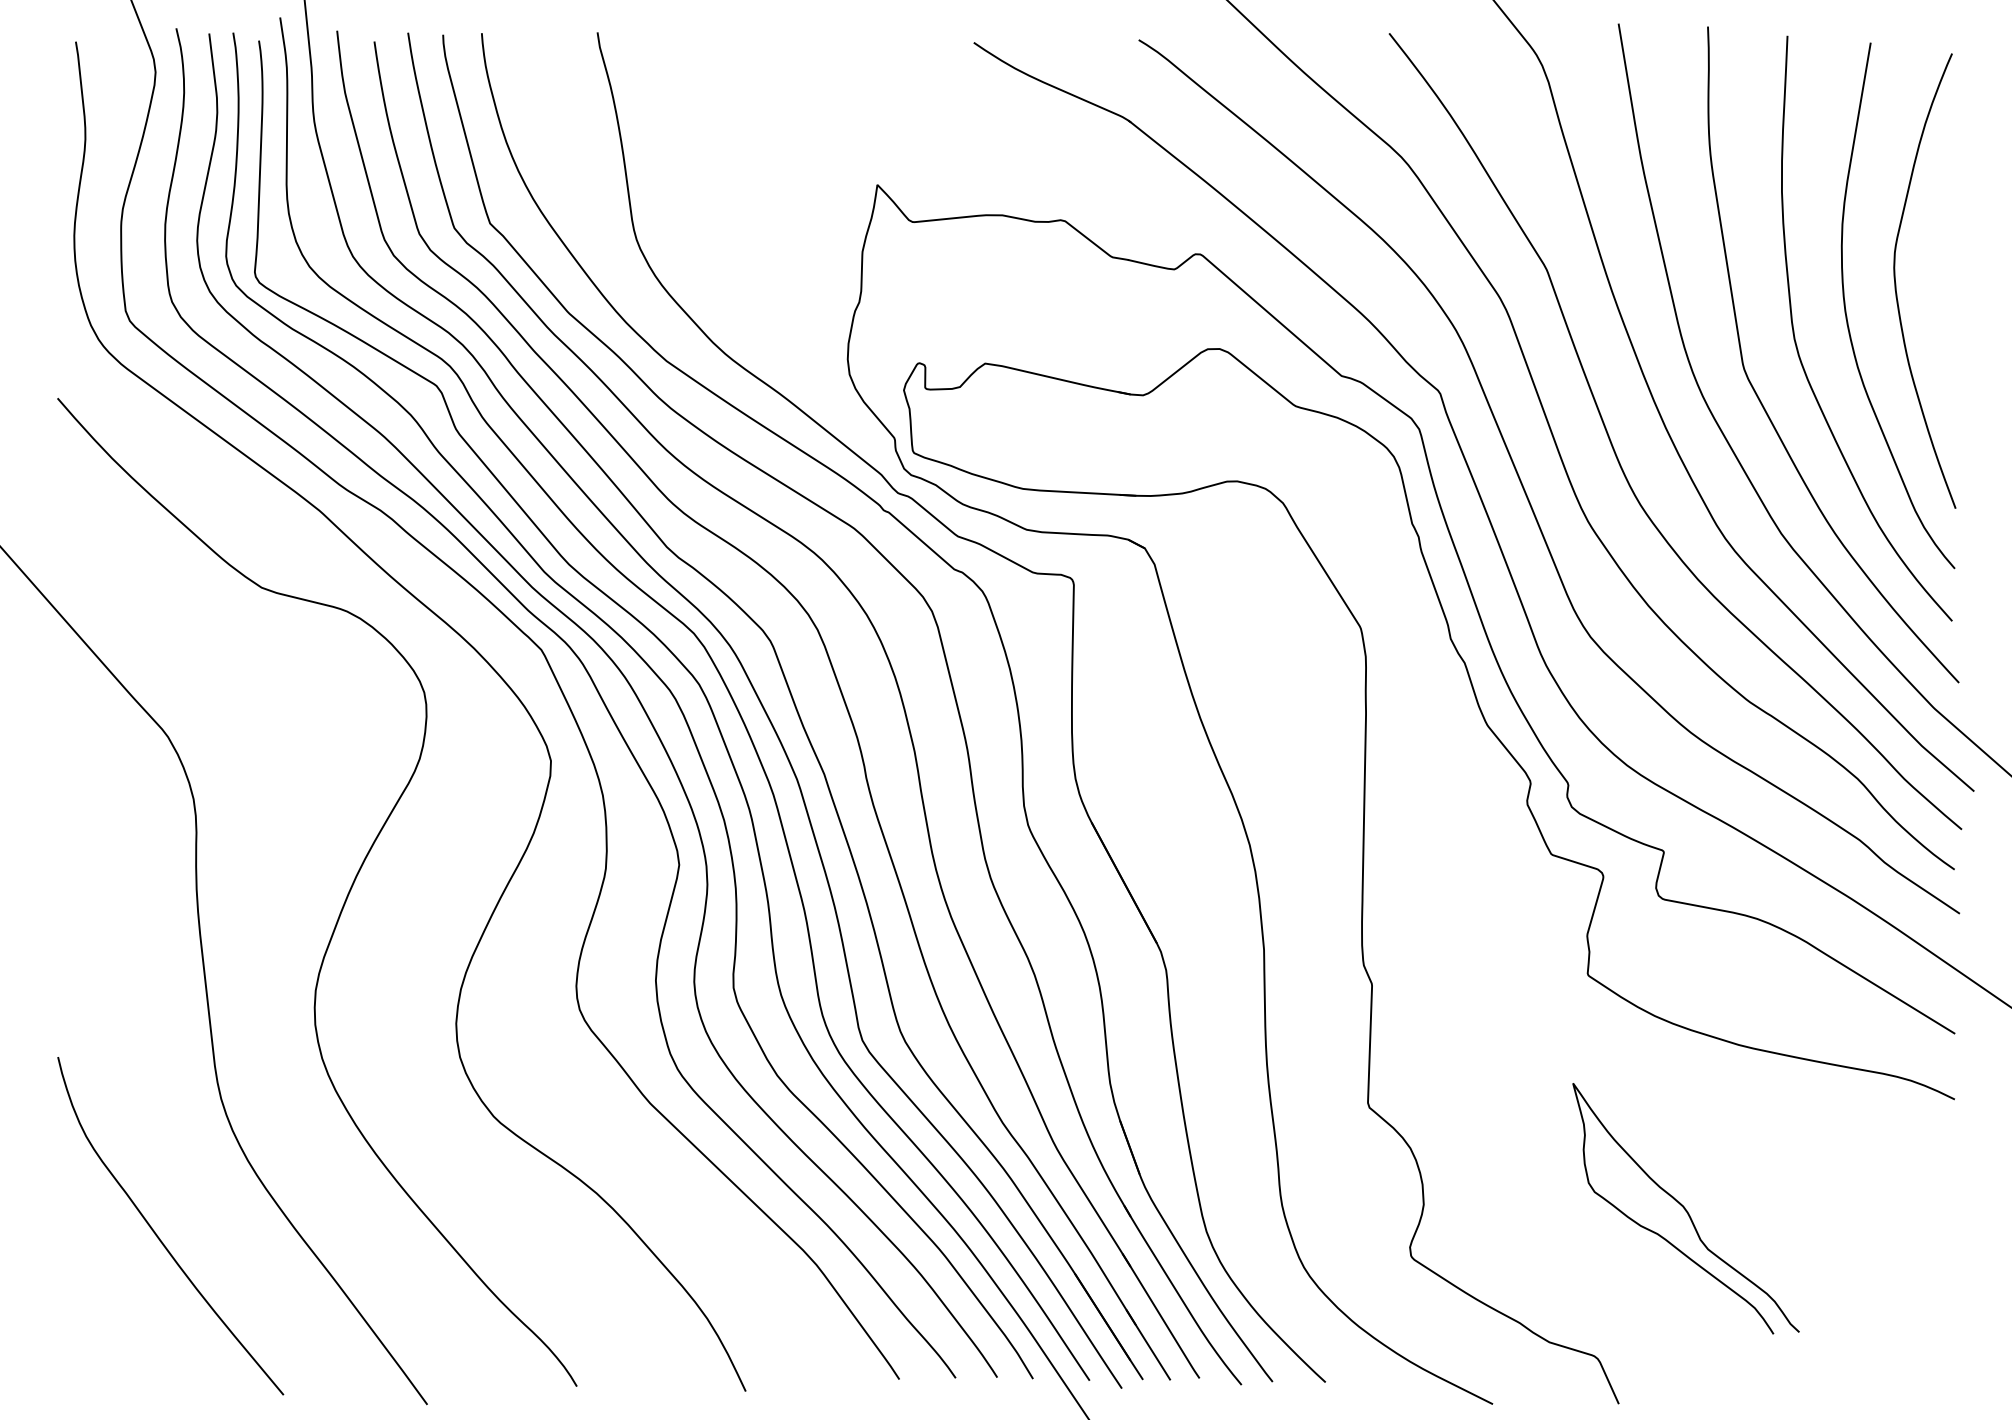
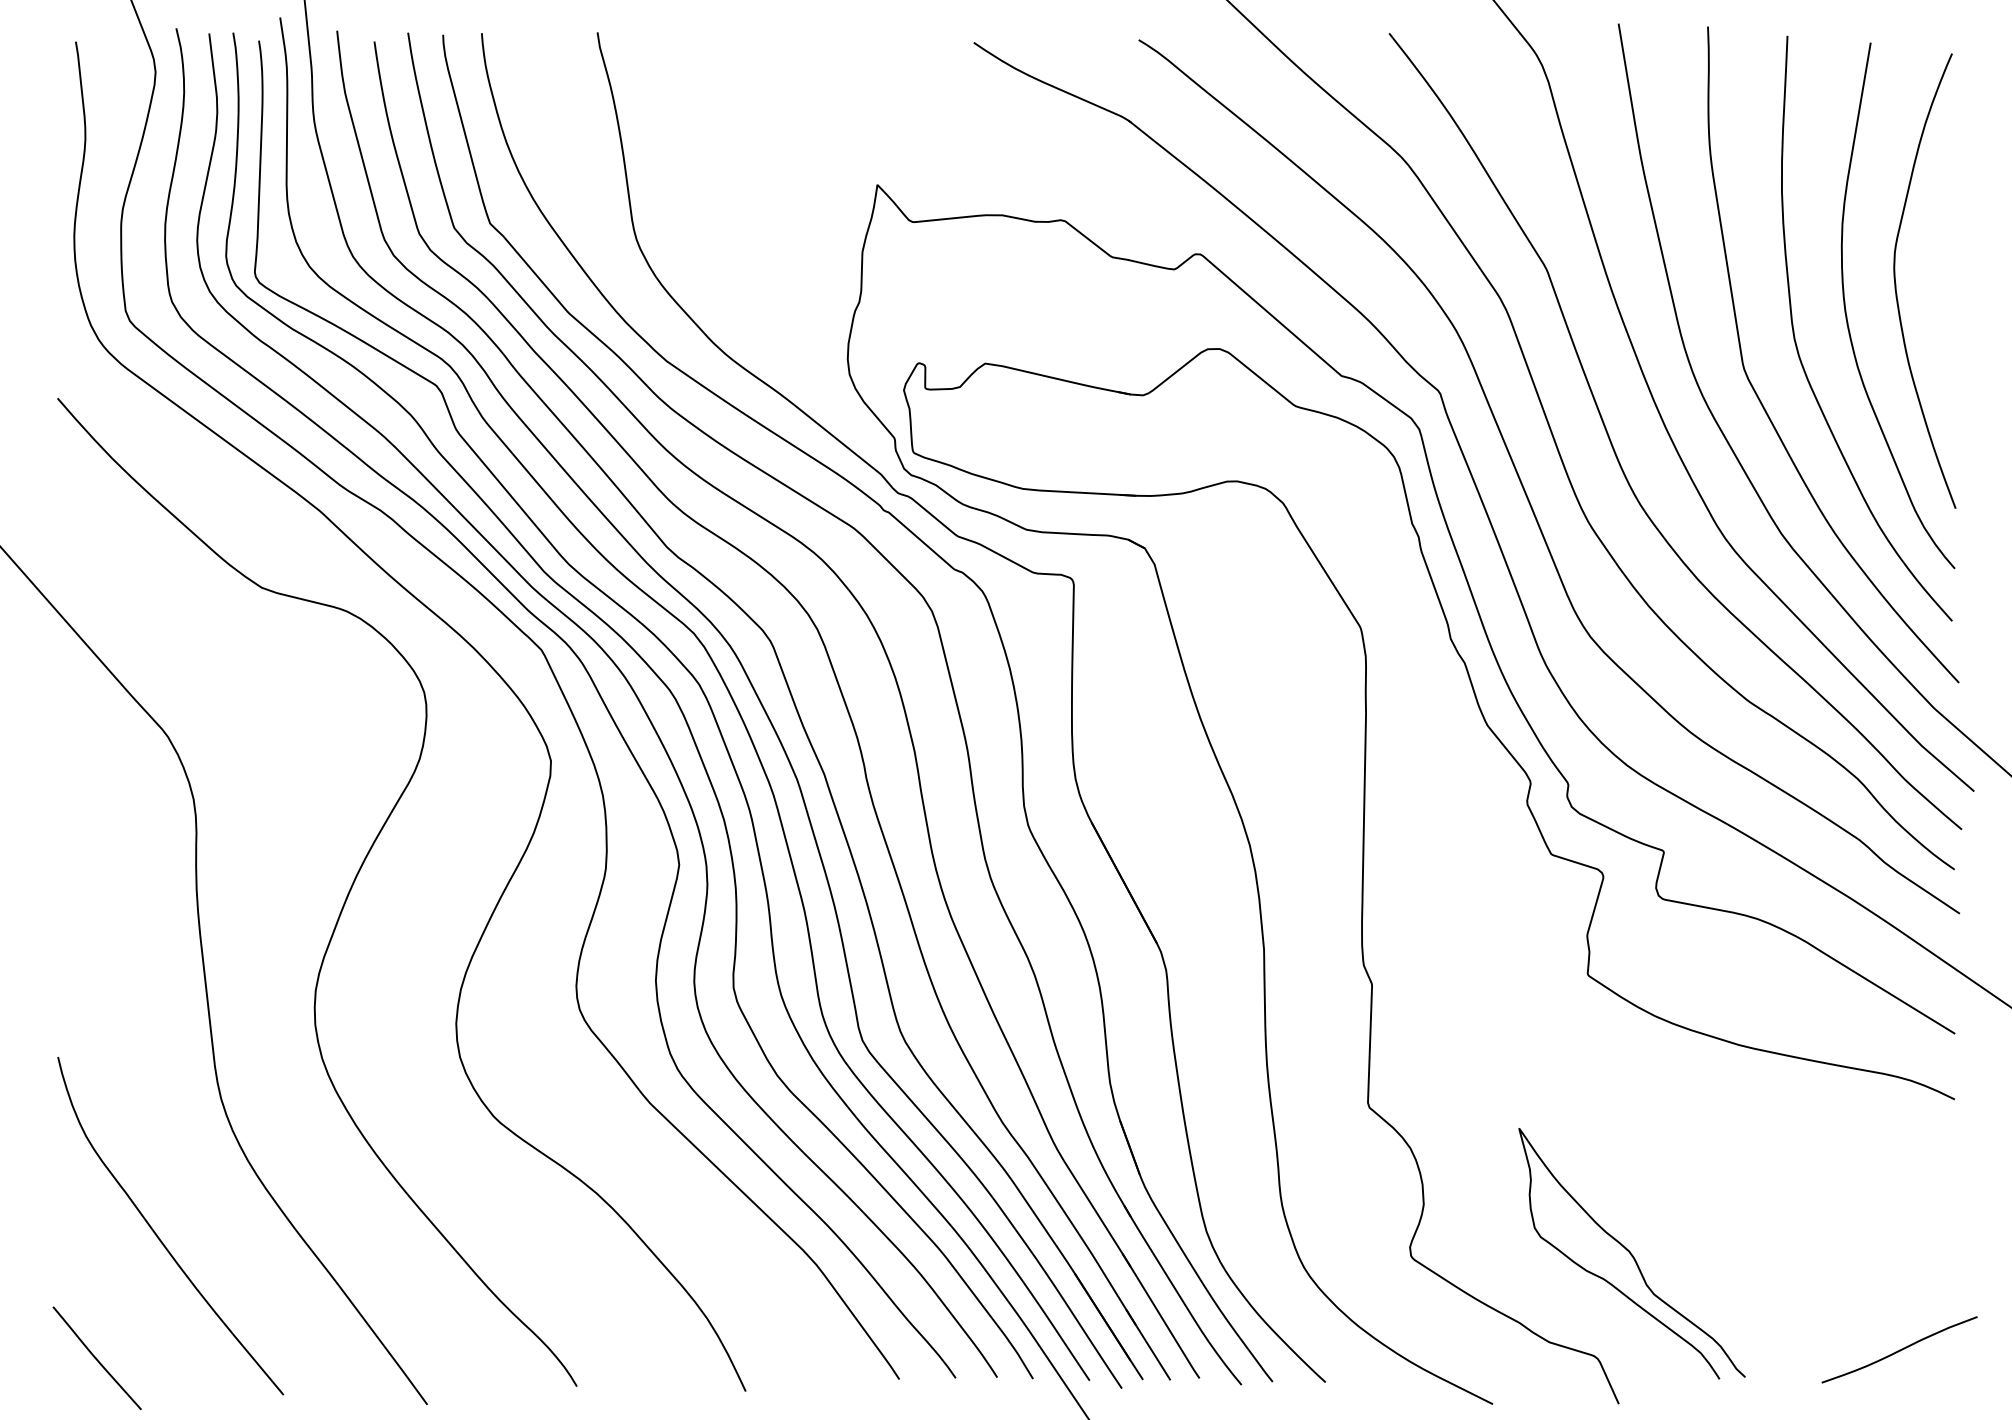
curve at (1685, 1208) position: (1685, 1208) -> (1631, 1253)
curve at (1899, 1349): none -> present
curve at (96, 1358): none -> present
